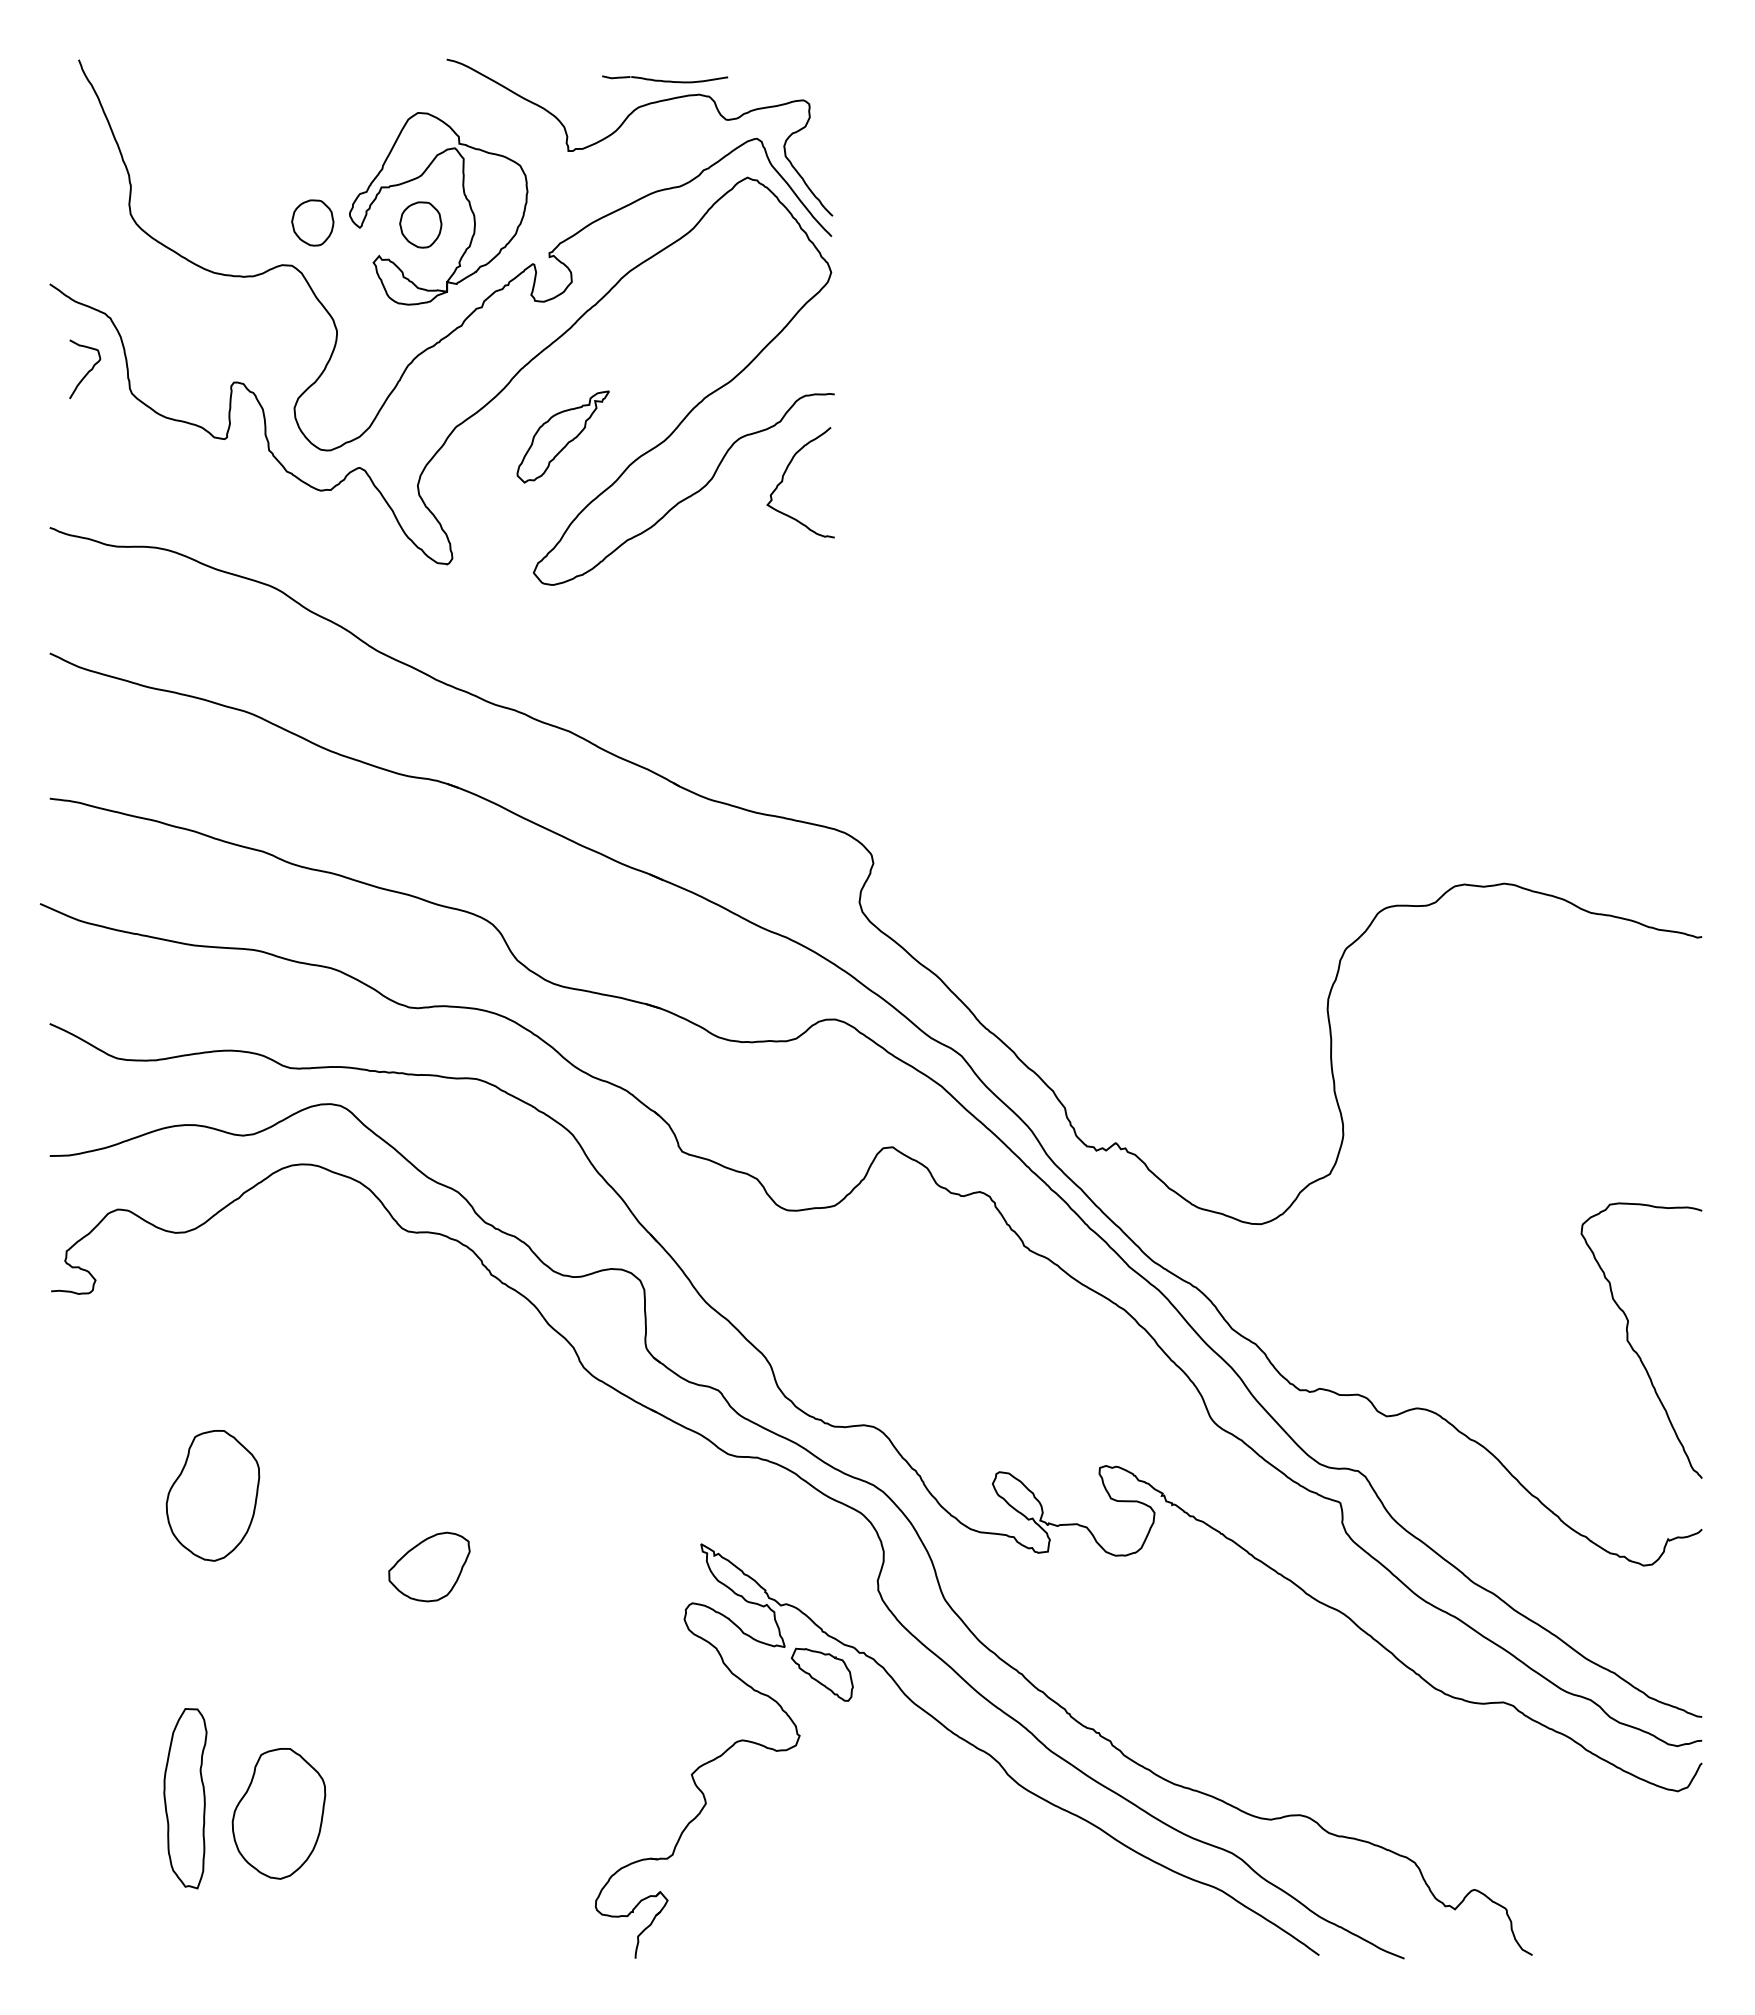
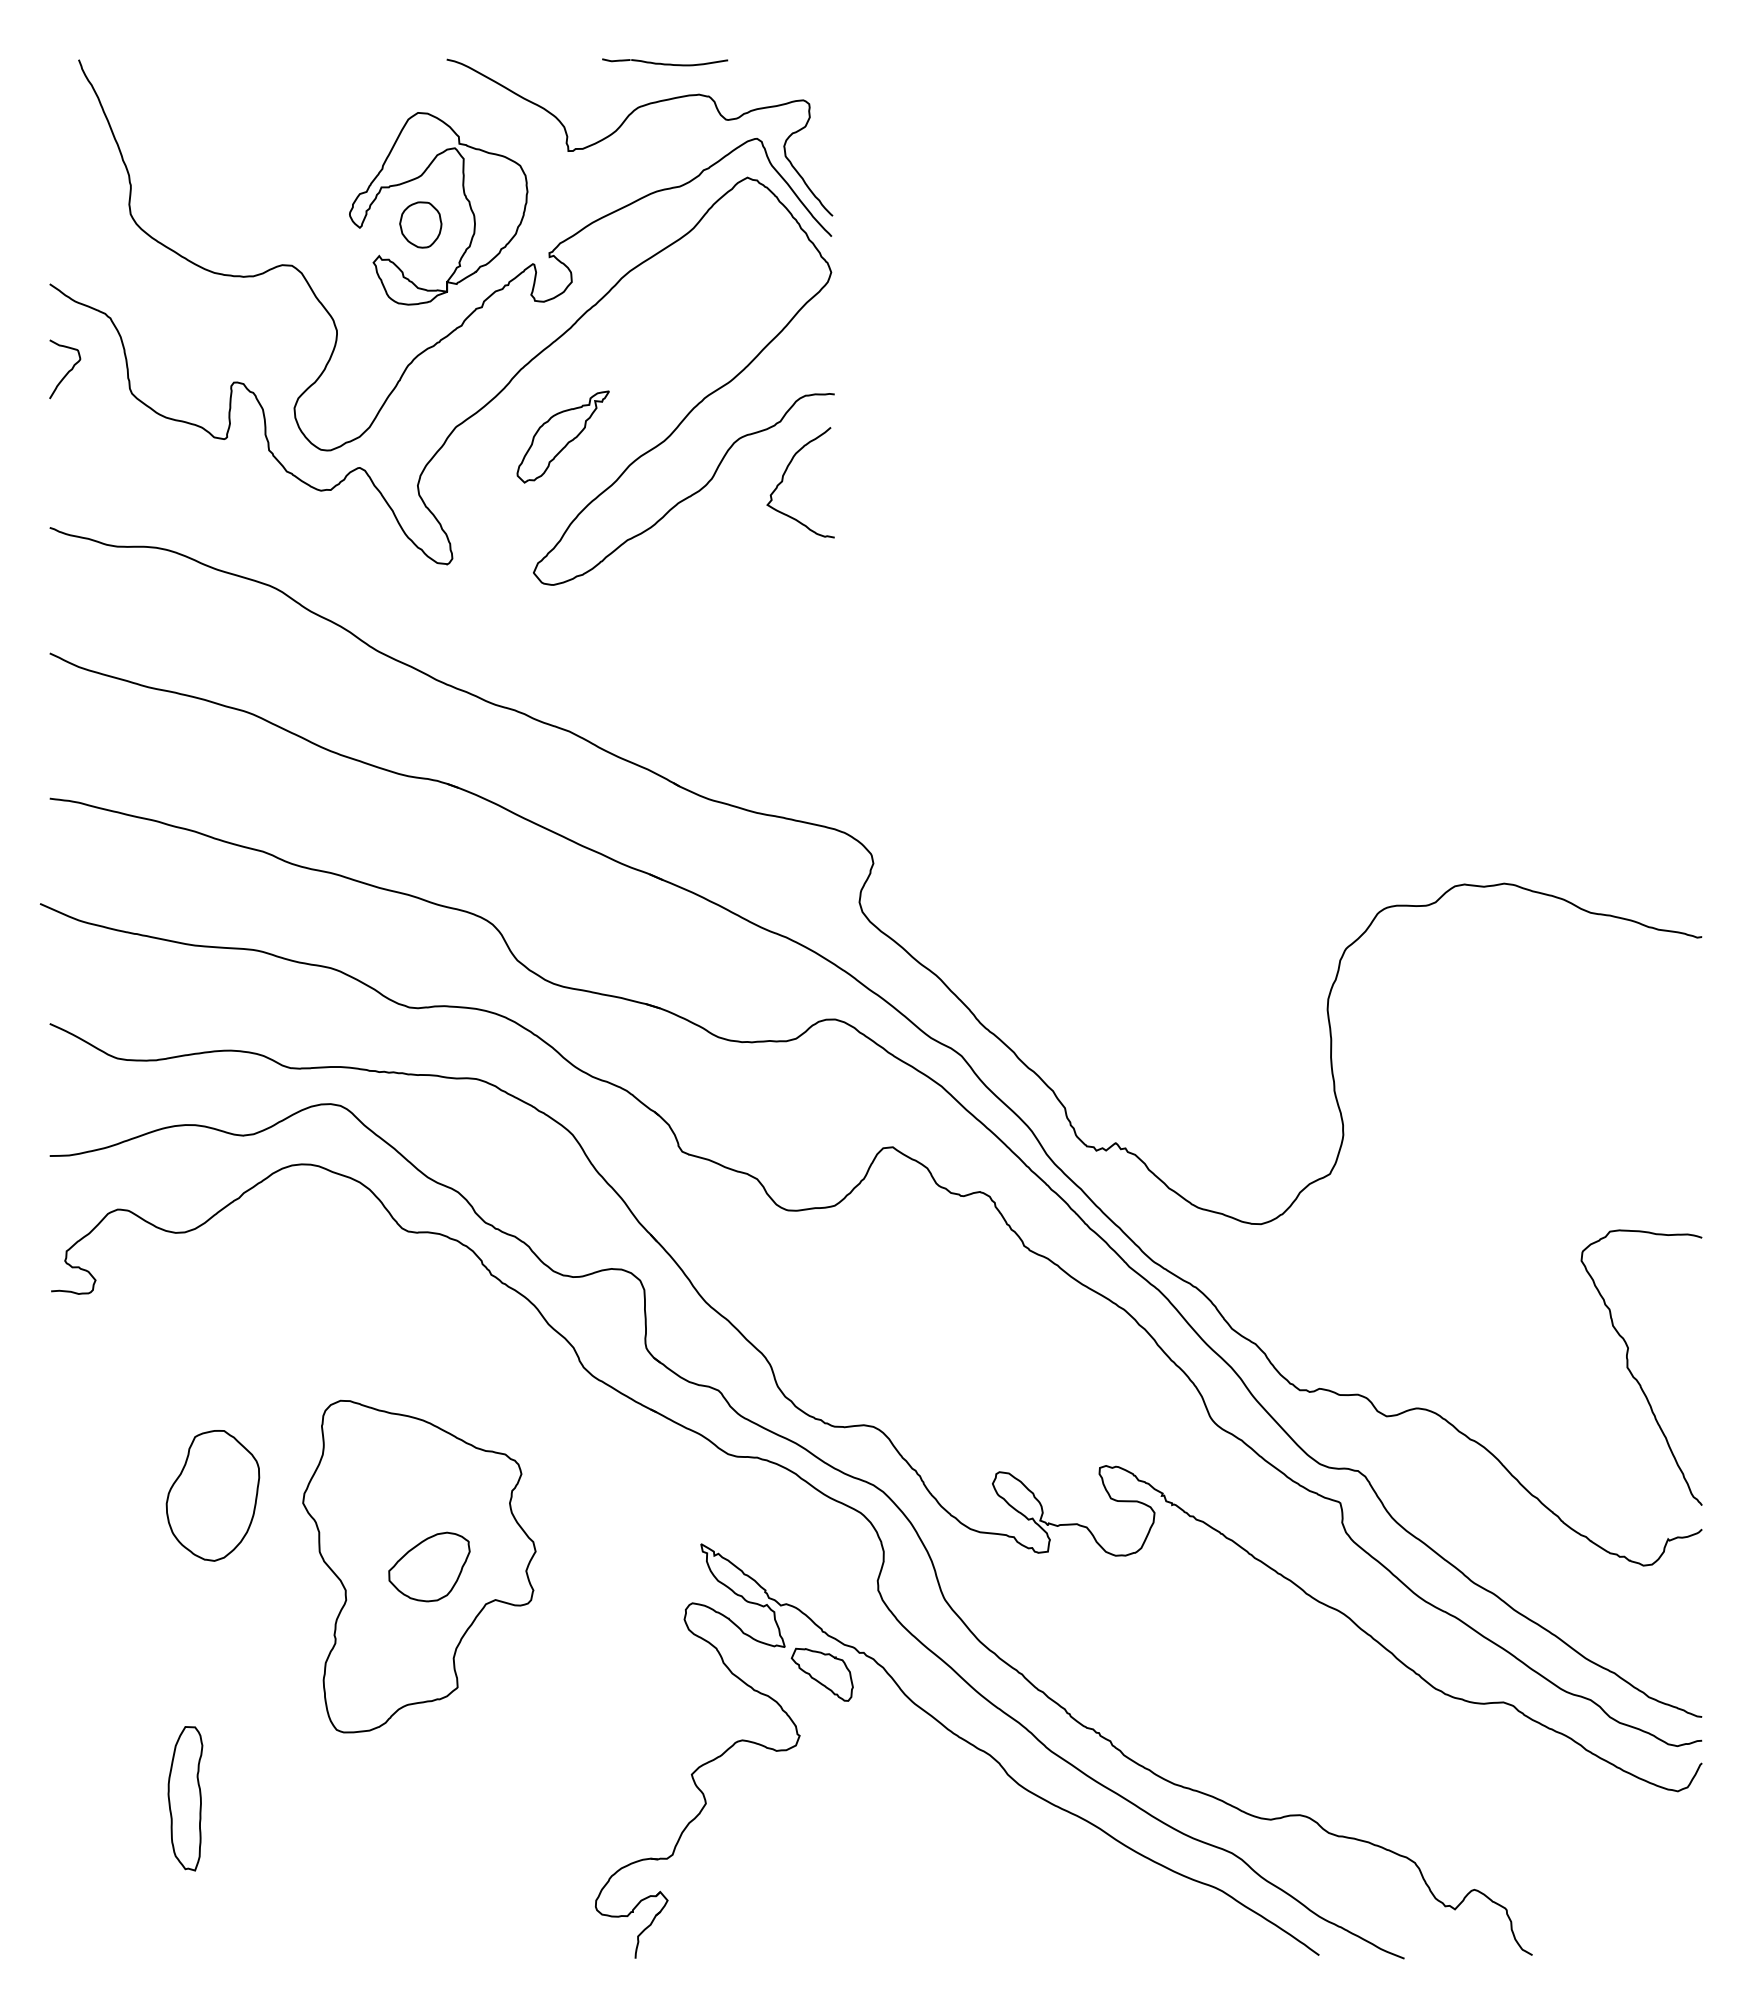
part at (665, 79) position: (665, 79) -> (665, 62)
part at (312, 222): present -> none
curve at (87, 371) position: (87, 371) -> (67, 371)
curve at (1631, 1344) position: (1631, 1344) -> (1631, 1371)
part at (419, 1566): none -> present
part at (185, 1798) size: 45x182 px -> 37x146 px
part at (278, 1813): present -> none
